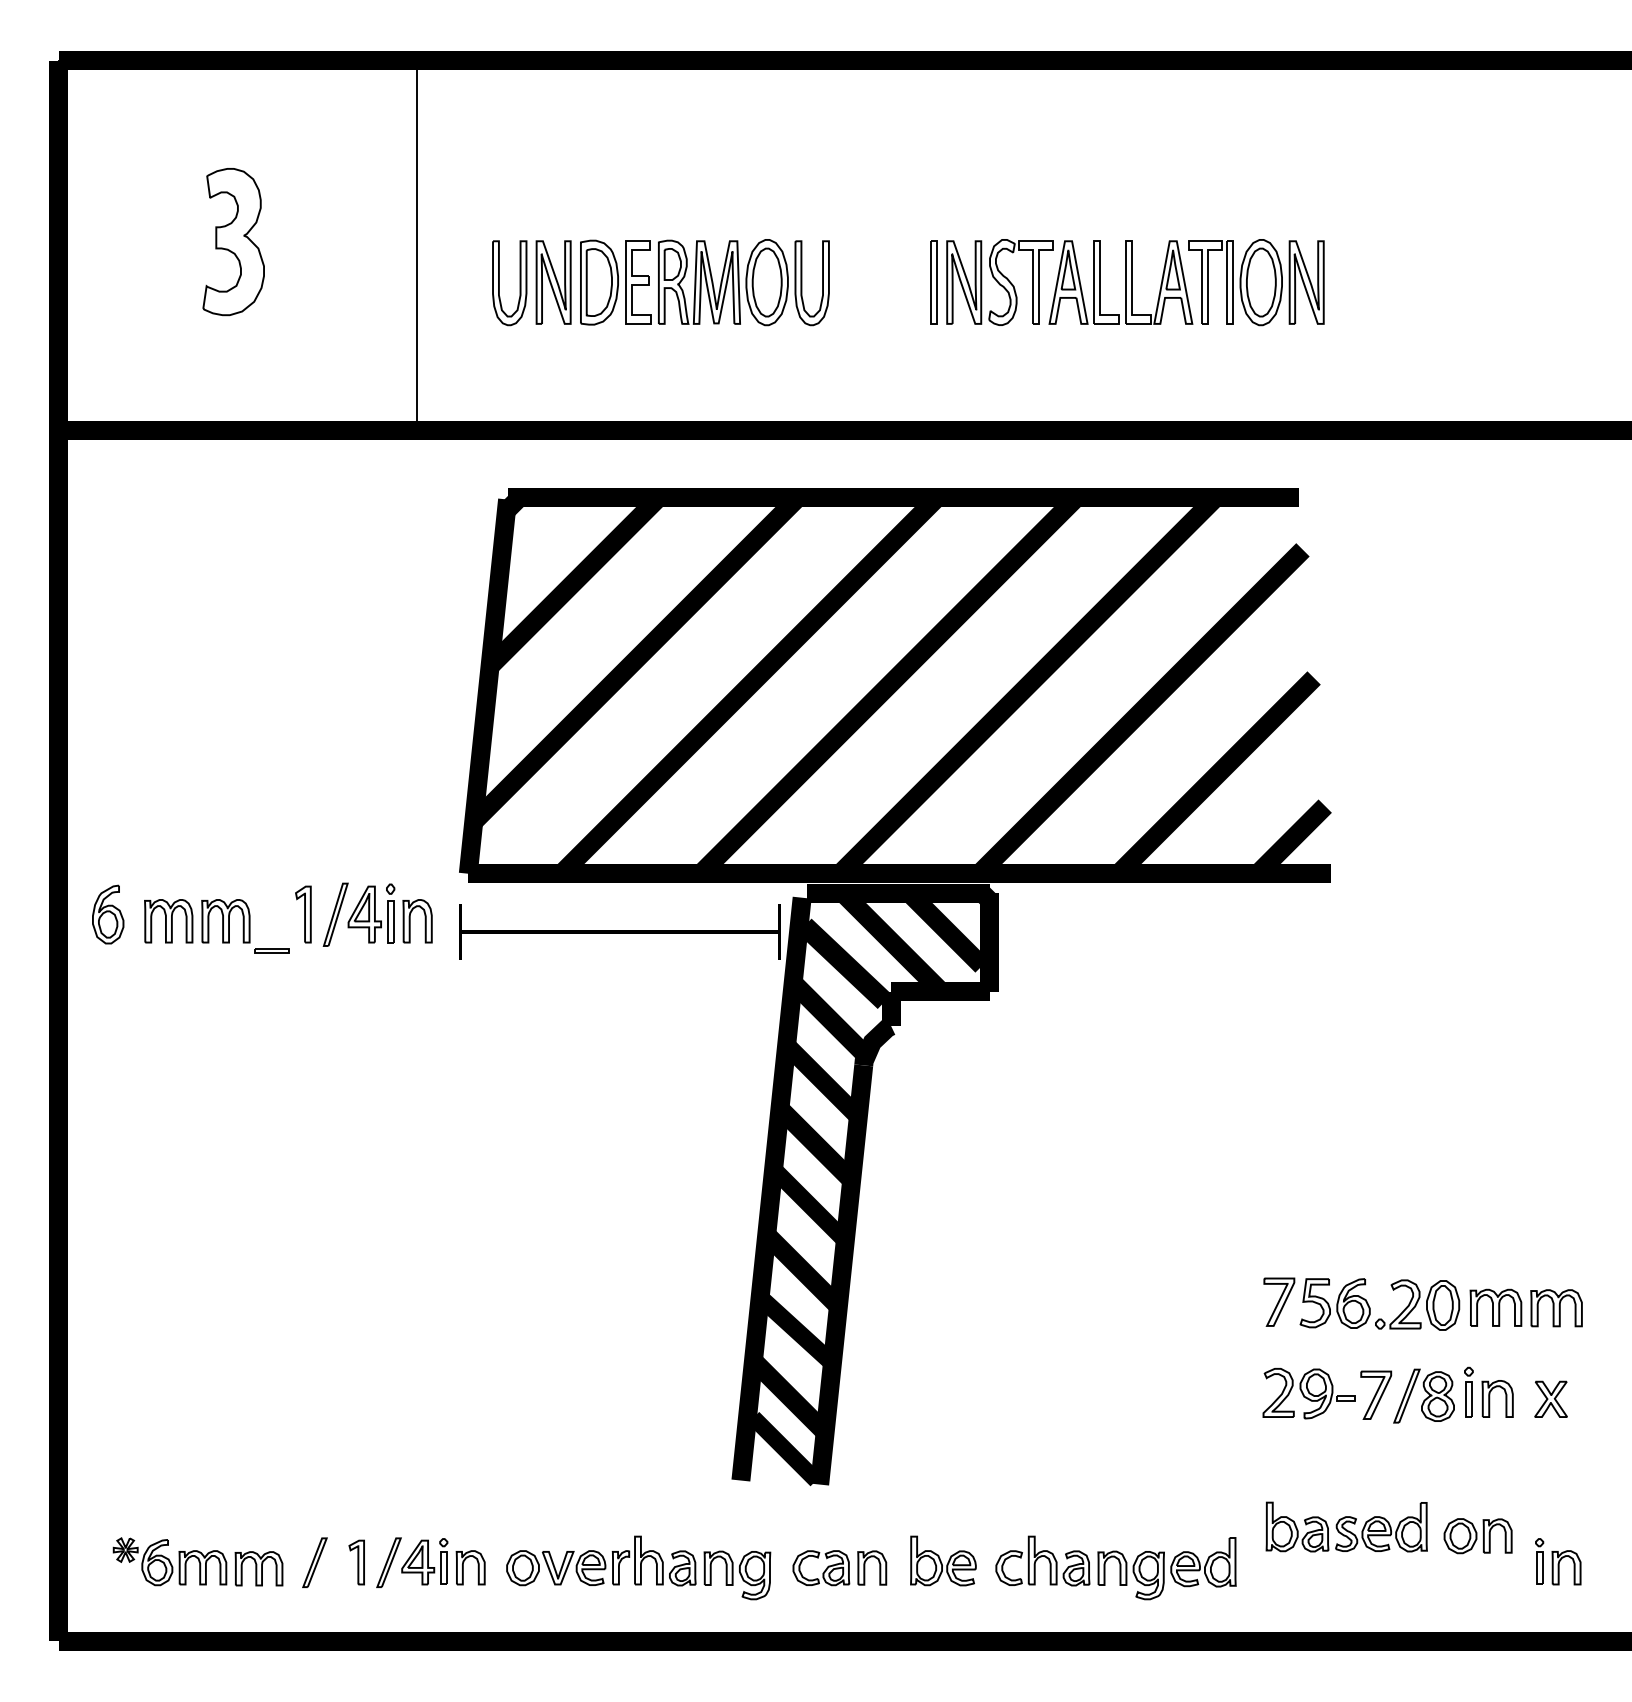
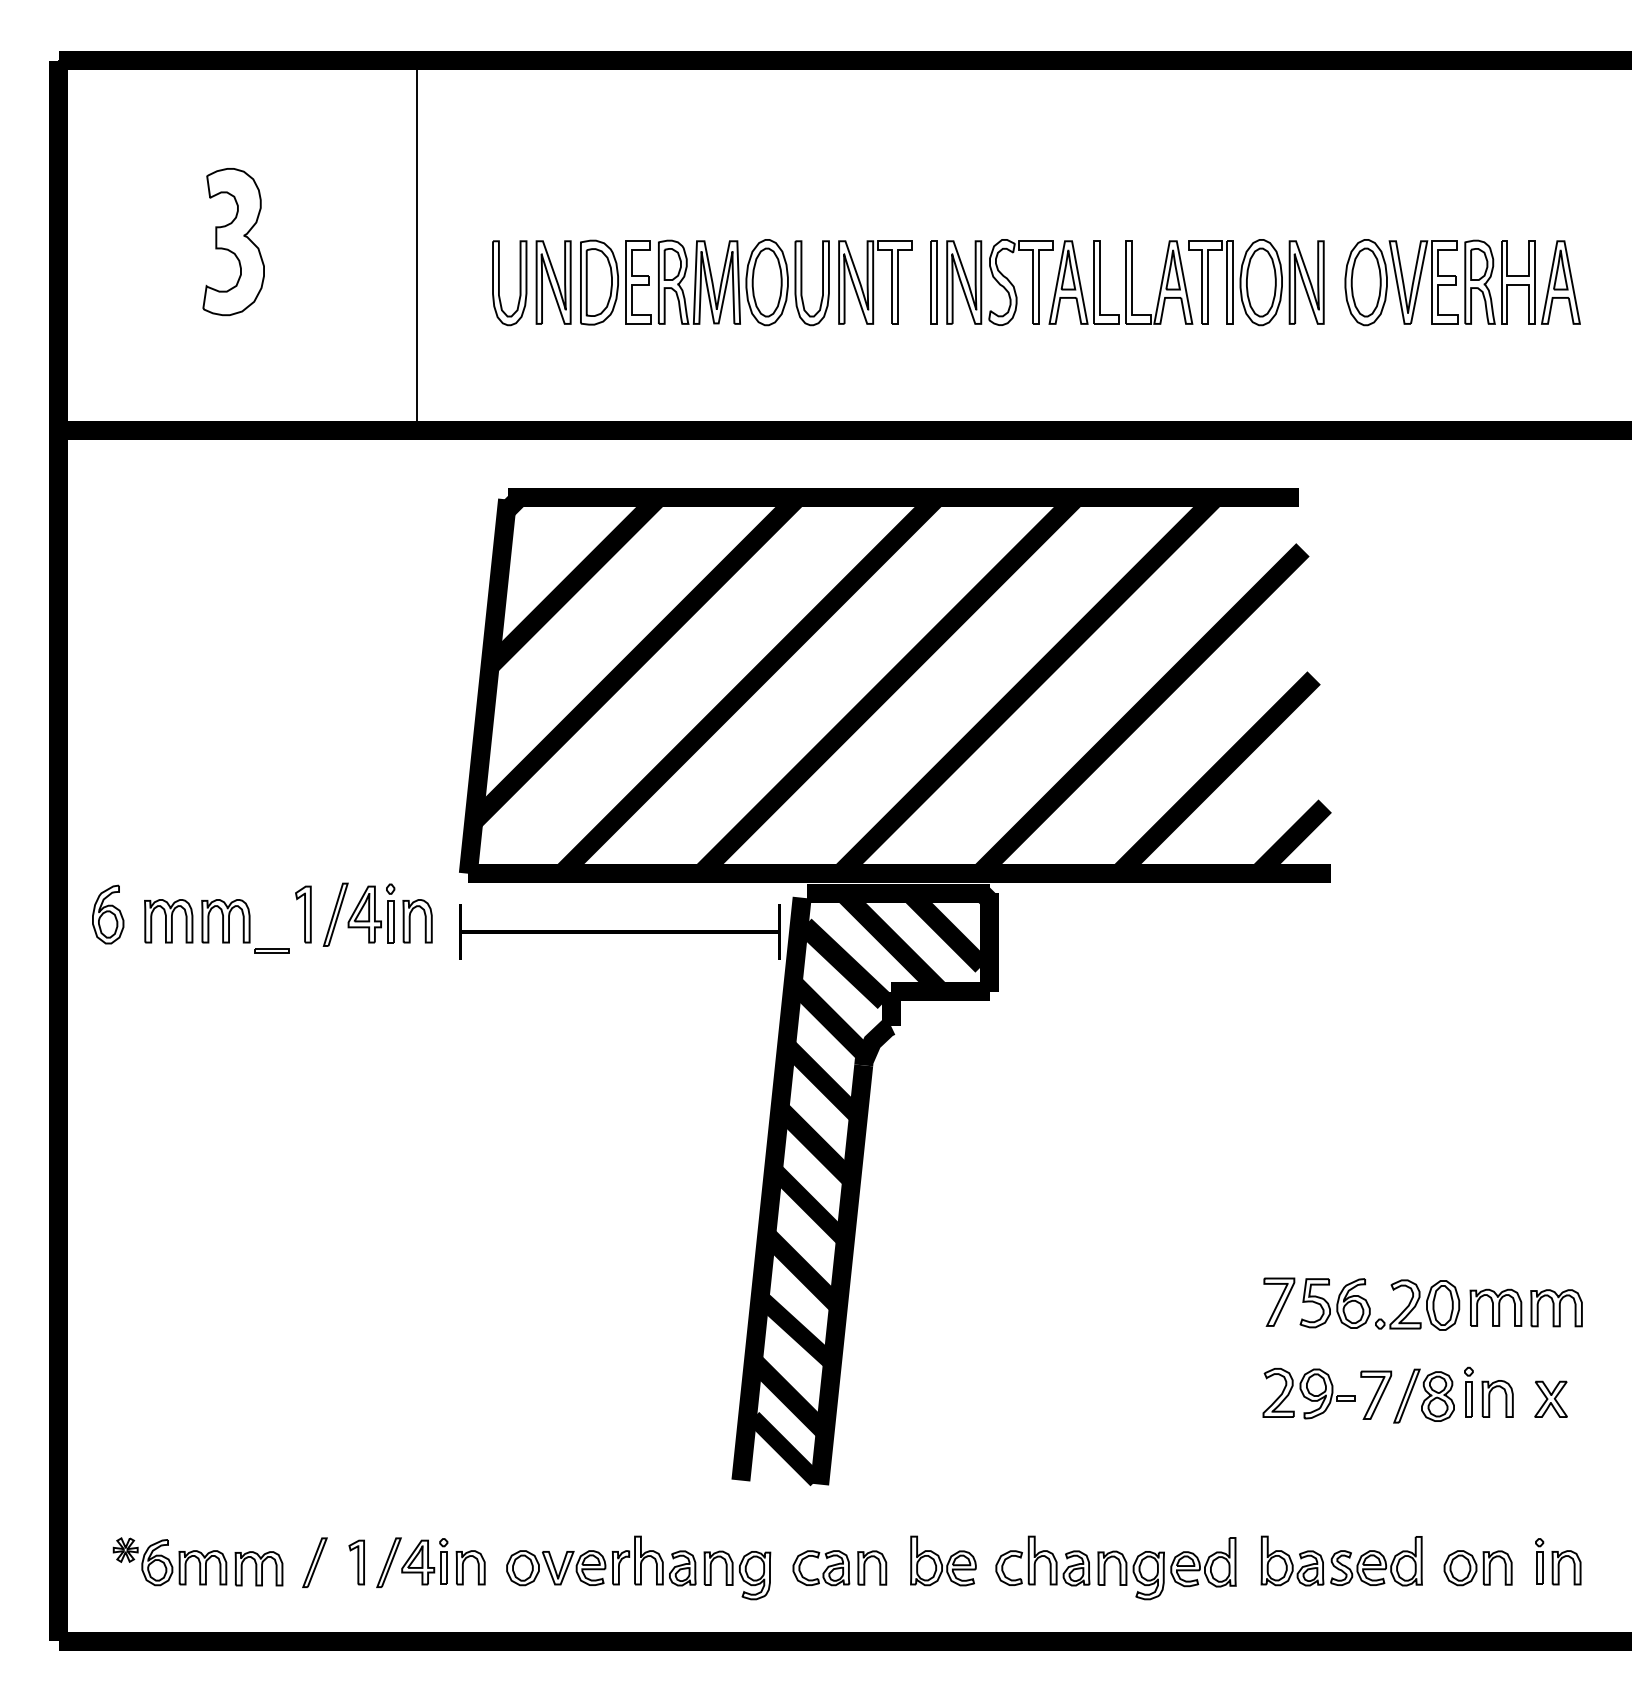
part at (875, 282): none -> present
part at (1462, 282): none -> present
part at (1346, 1526) position: (1346, 1526) -> (1341, 1560)
part at (1477, 1536) position: (1477, 1536) -> (1477, 1568)
